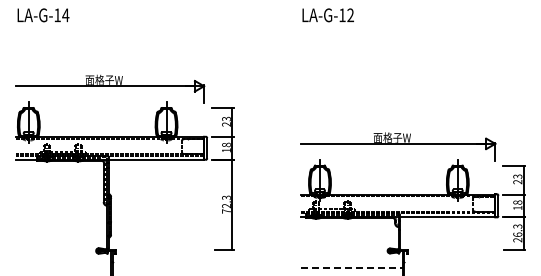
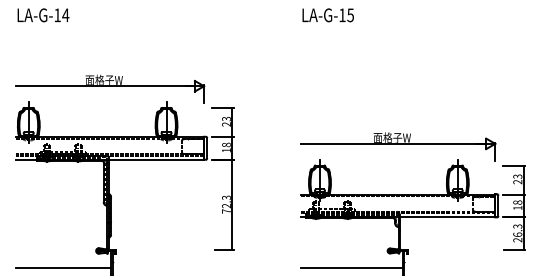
text at (350, 15): LA-G-12 -> LA-G-15
line at (63, 267): none -> present
line at (351, 267): dashed -> solid
